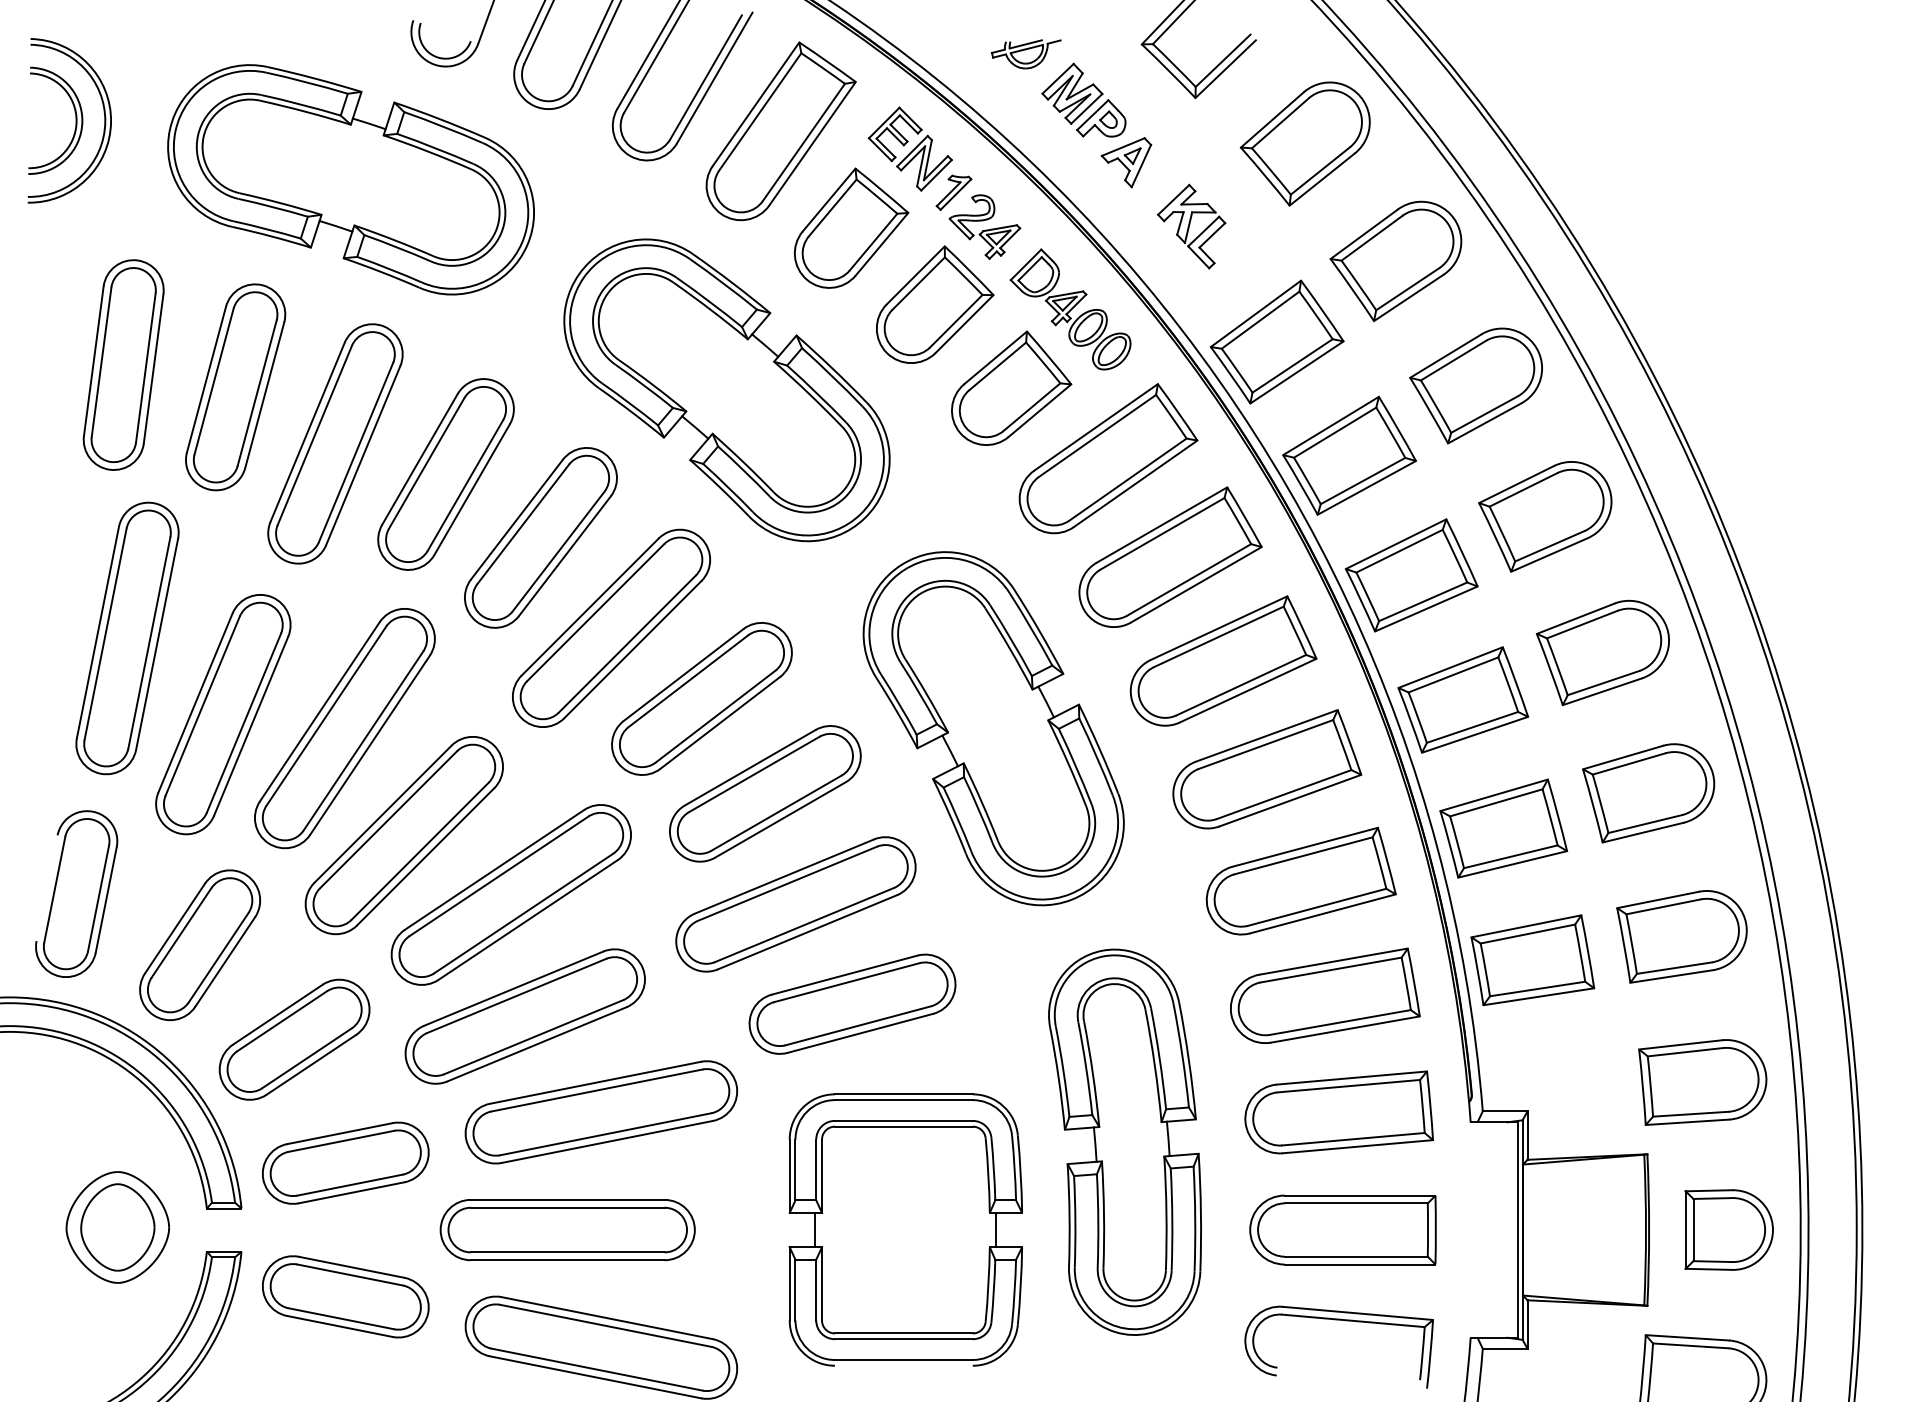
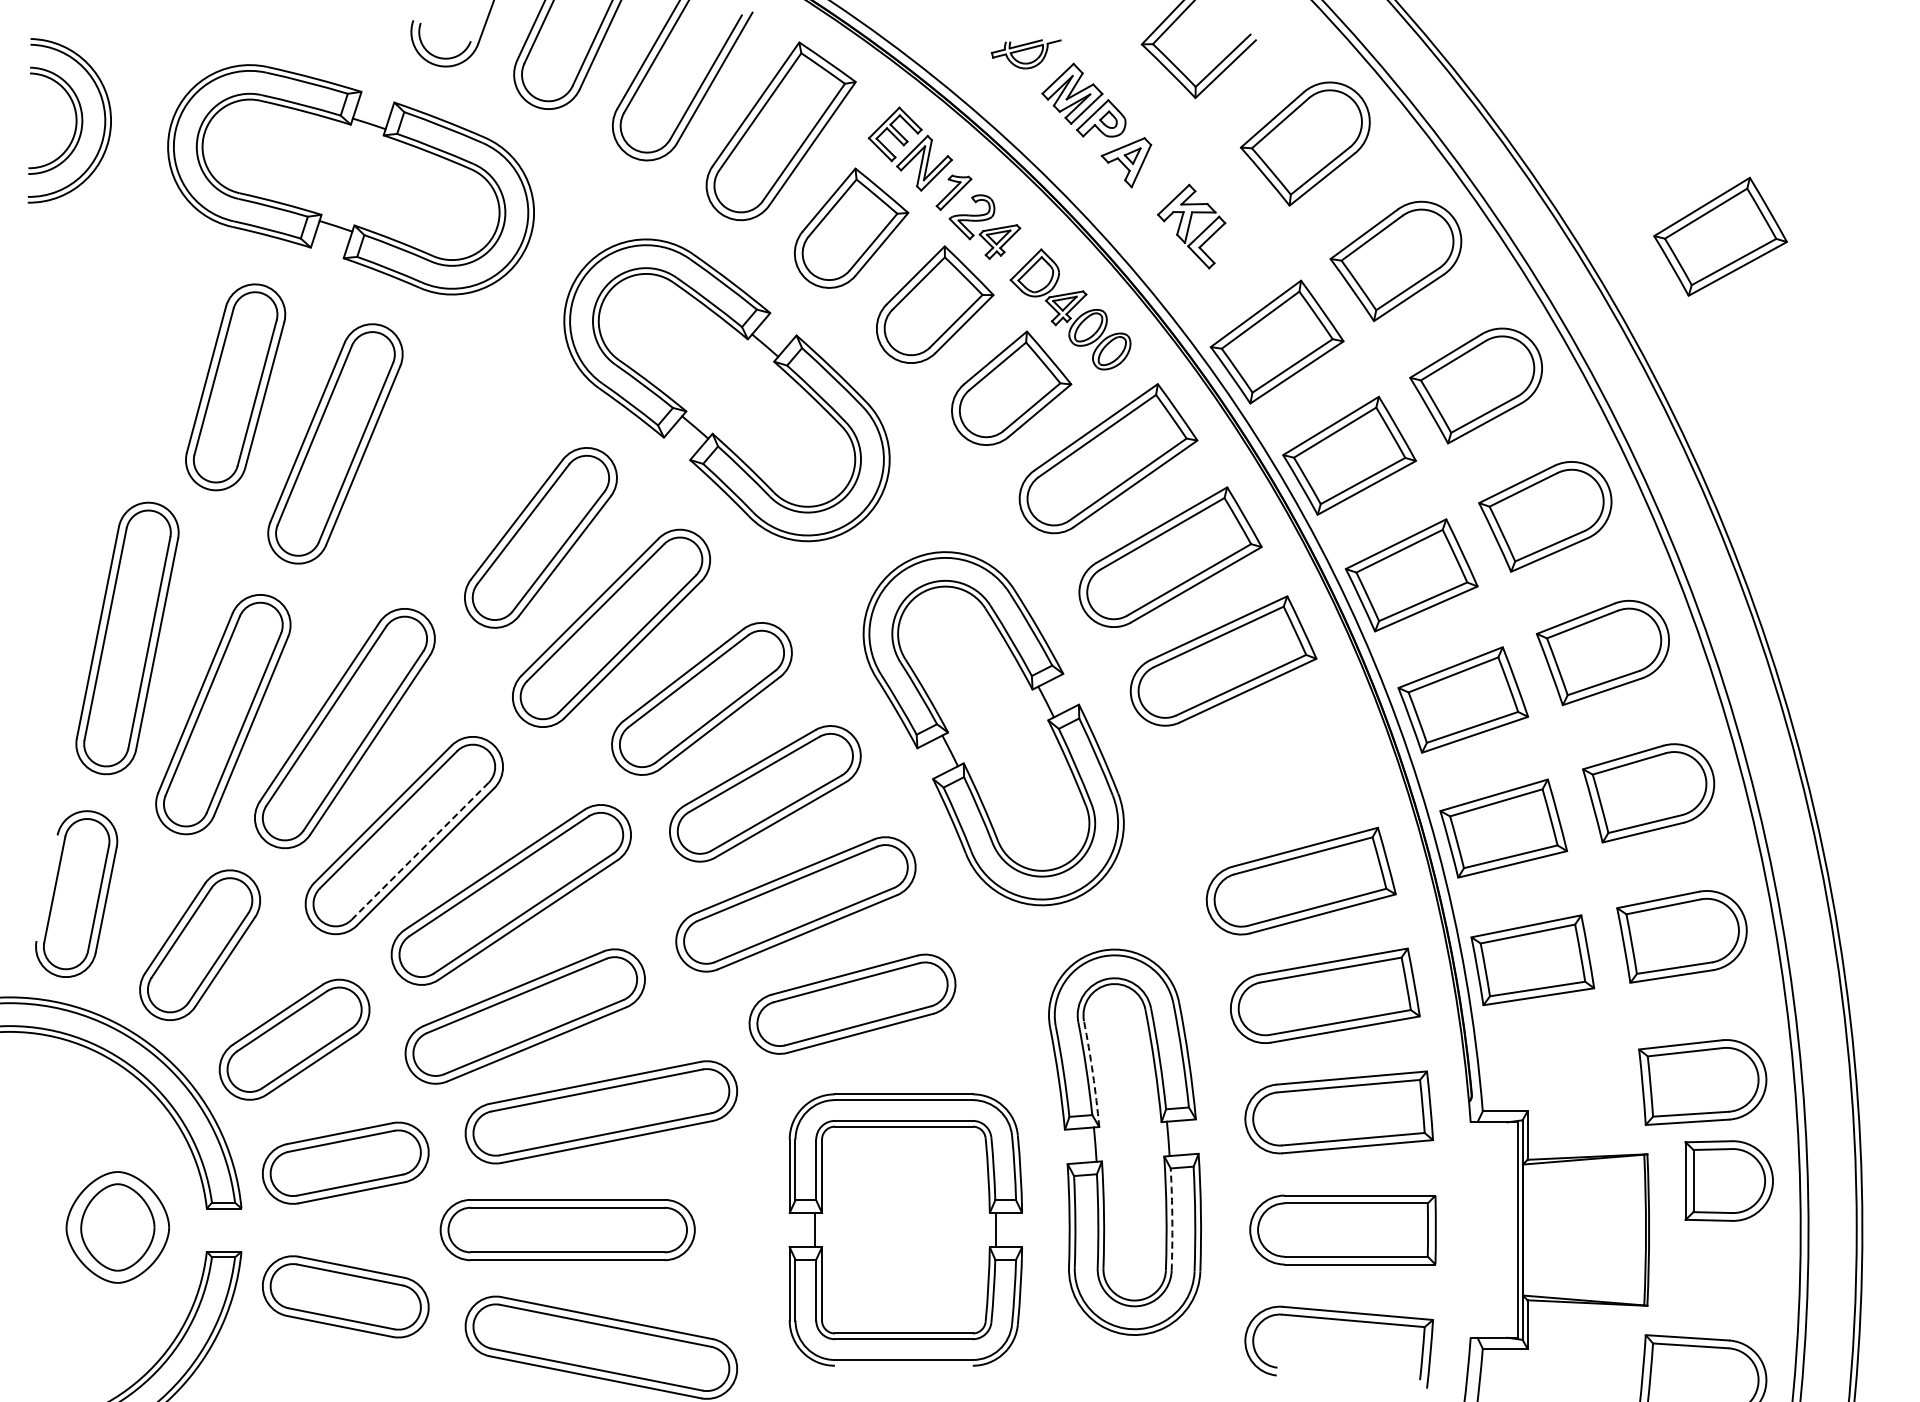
part at (1720, 236): none -> present
part at (123, 364): present -> none
part at (445, 474): present -> none
part at (1267, 769): present -> none
line at (420, 851): solid -> dashed
arc at (1092, 1073): solid -> dashed
arc at (1172, 1219): solid -> dashed
part at (1728, 1229) position: (1728, 1229) -> (1728, 1180)
